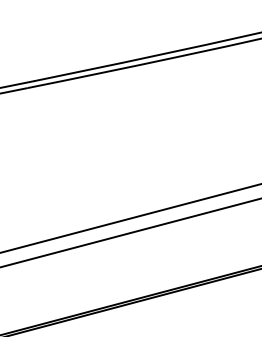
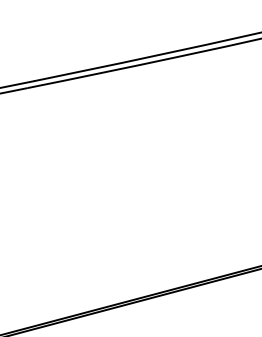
line at (130, 218): present -> none
line at (130, 232): present -> none
